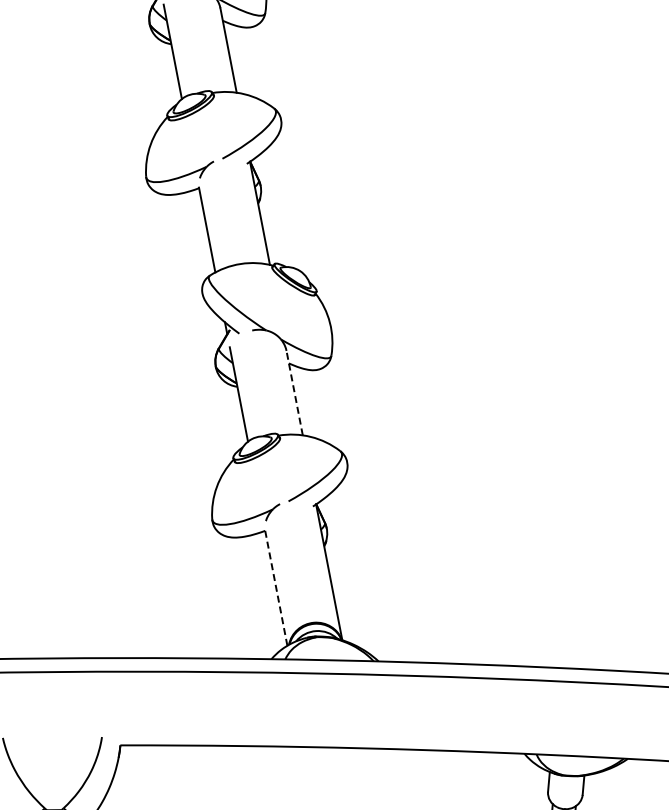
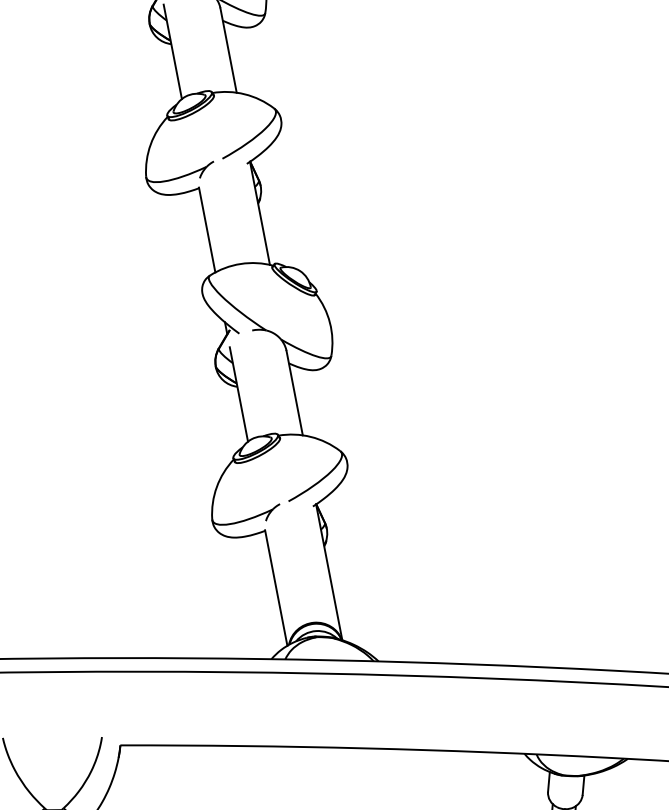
line at (294, 392): dashed -> solid
line at (276, 588): dashed -> solid
